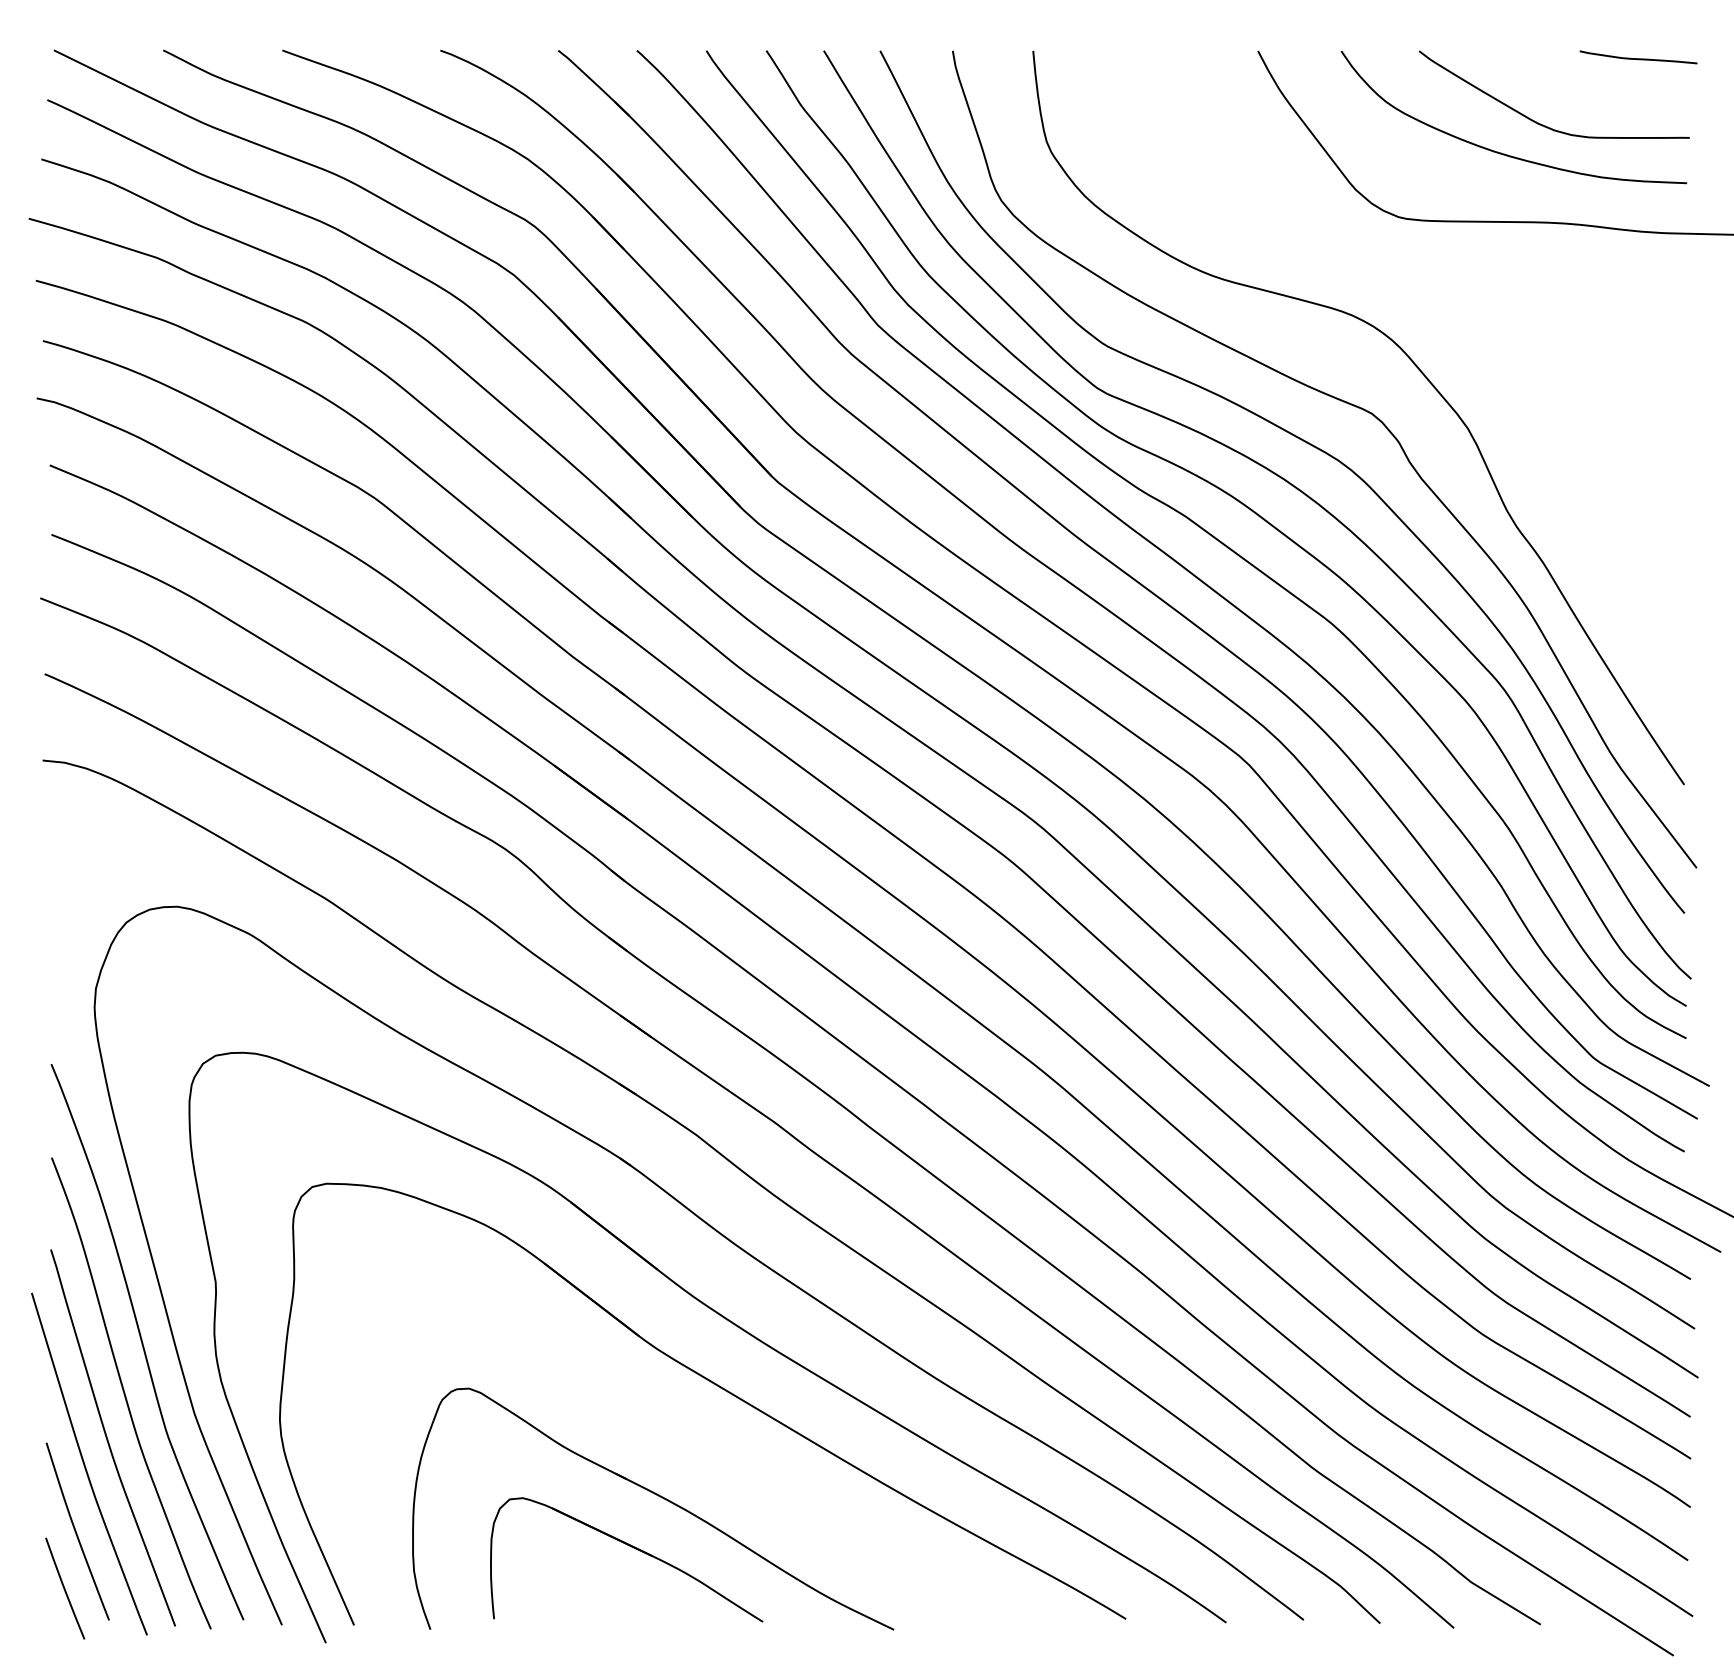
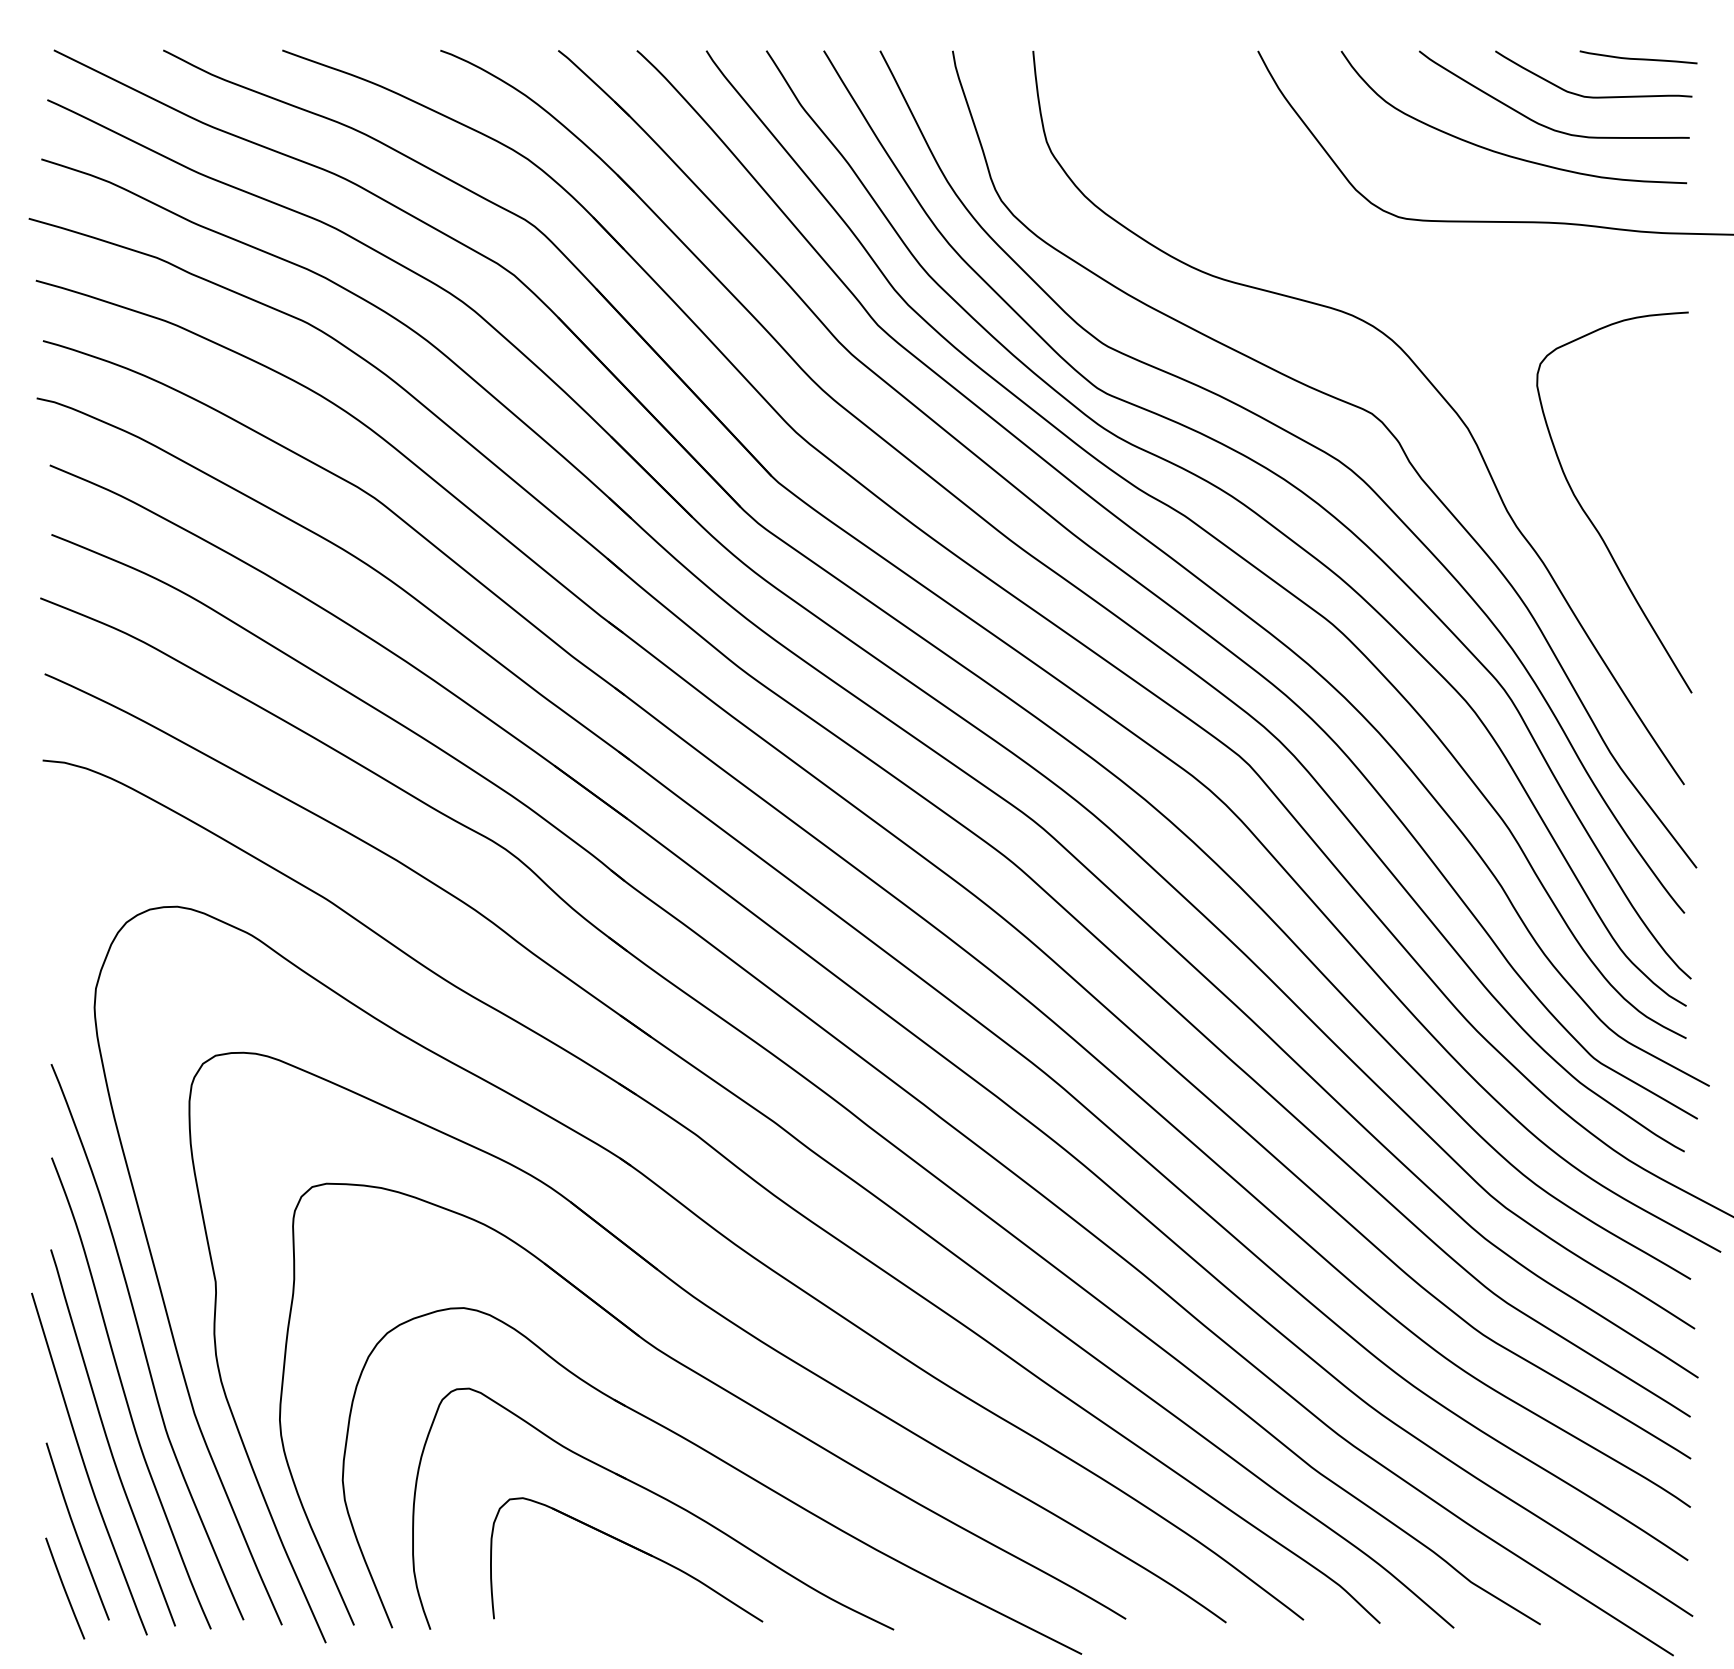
curve at (1593, 96): none -> present
curve at (1590, 518): none -> present
part at (721, 1461): none -> present
